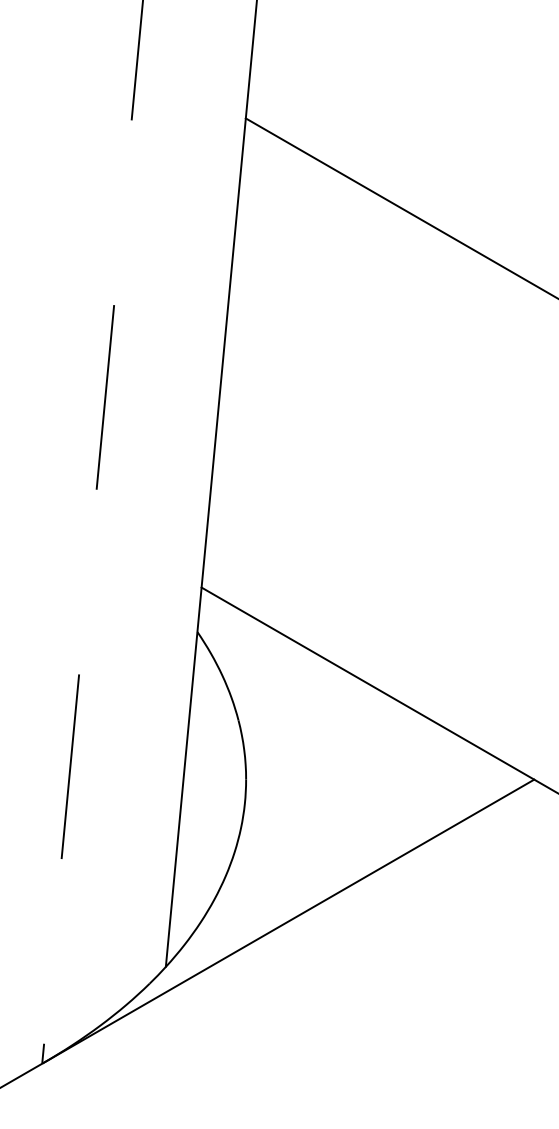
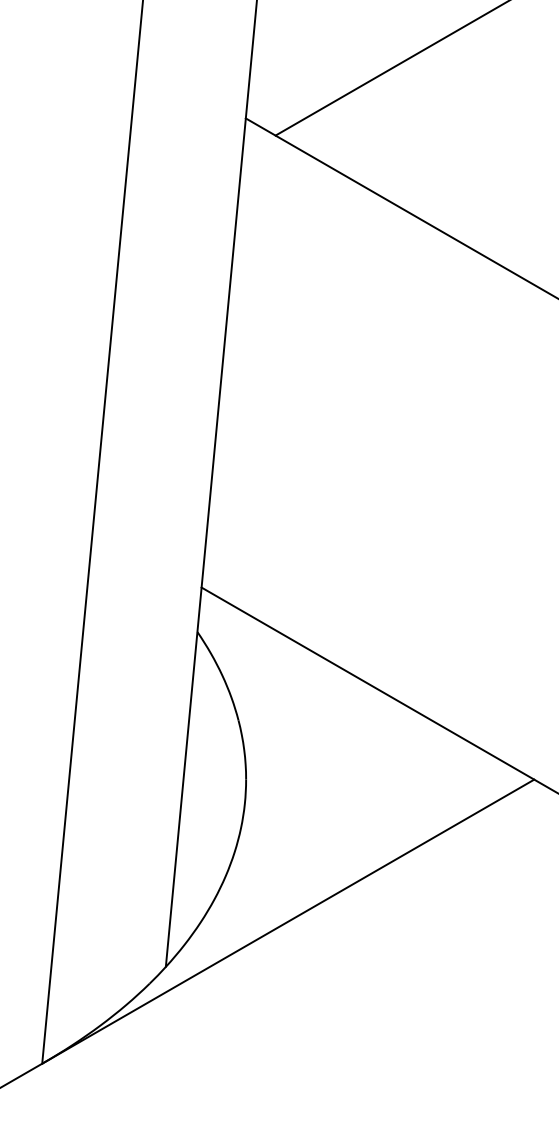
line at (390, 68): none -> present
line at (92, 532): dashed -> solid
